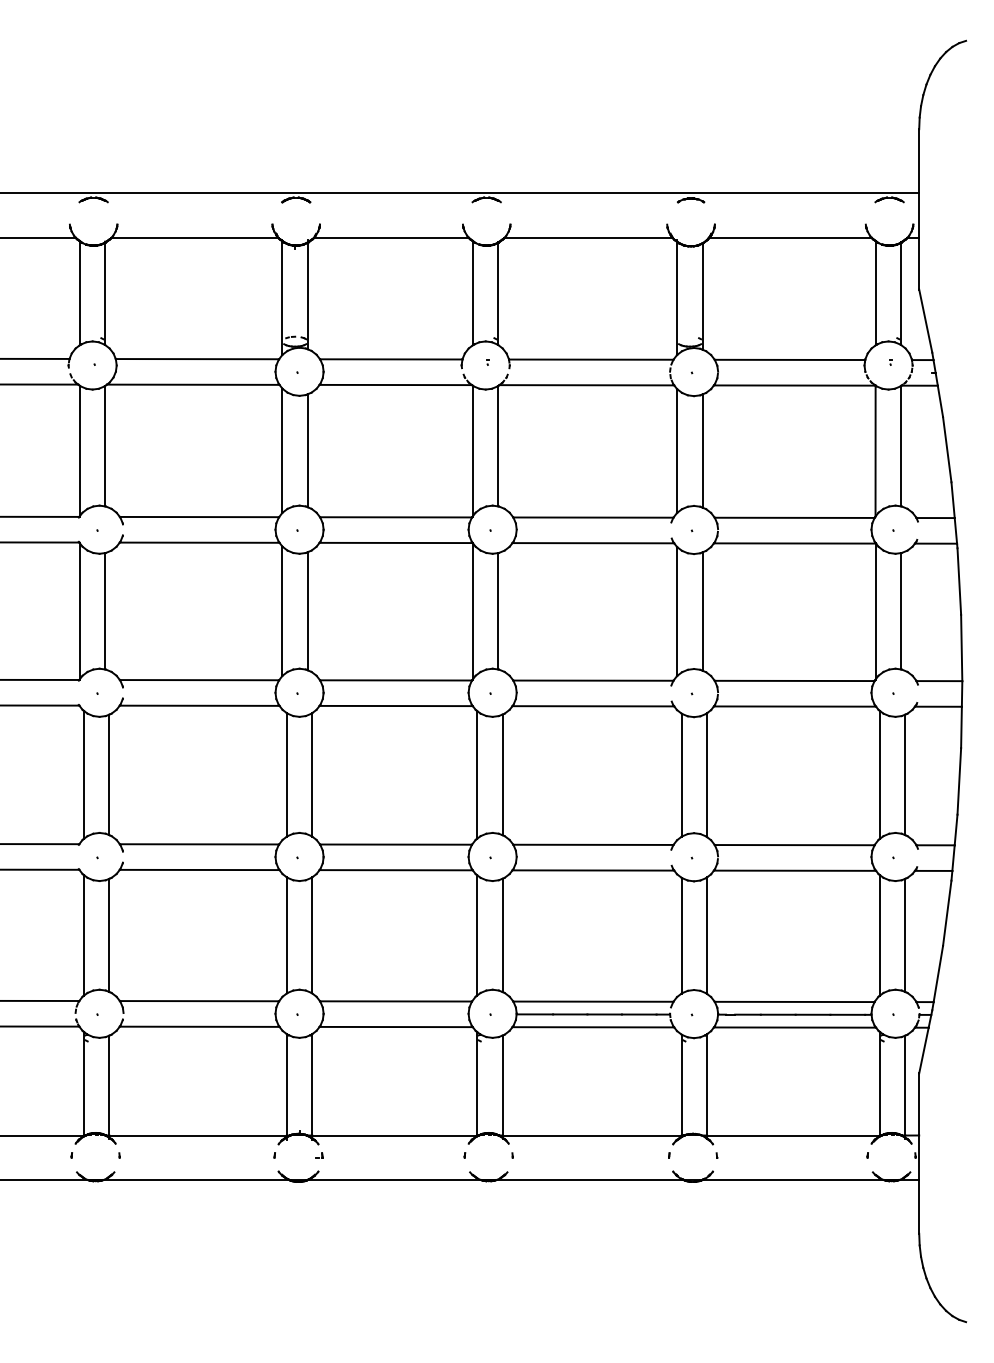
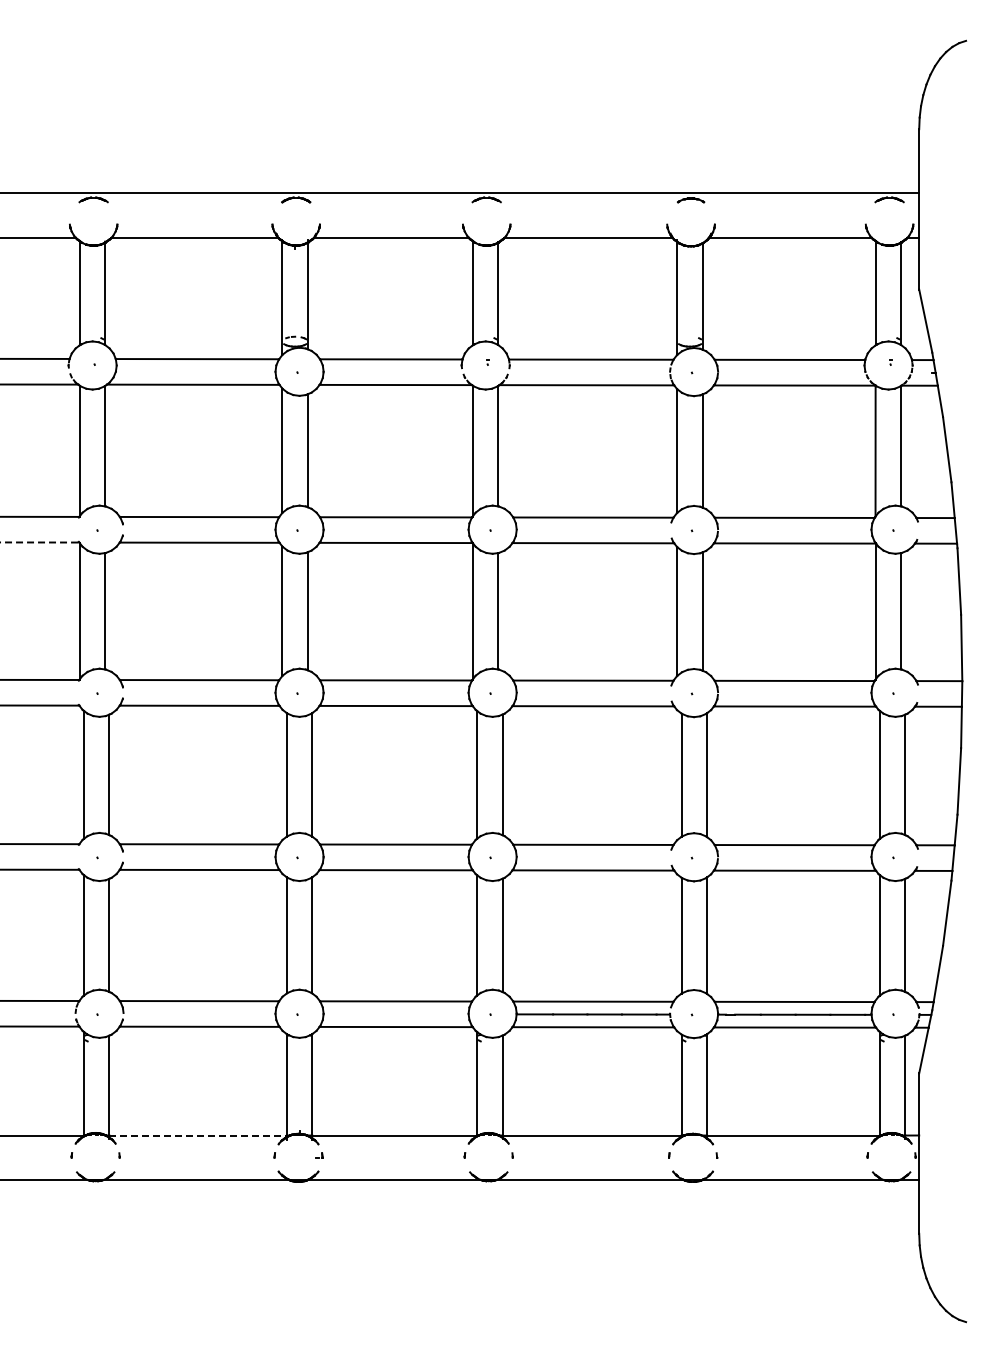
line at (40, 542): solid -> dashed
line at (198, 1135): solid -> dashed
